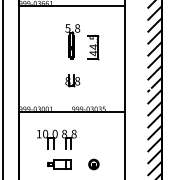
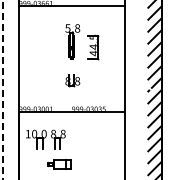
line at (2, 89): solid -> dashed
part at (56, 139) position: (56, 139) -> (45, 139)
part at (93, 164): present -> none
